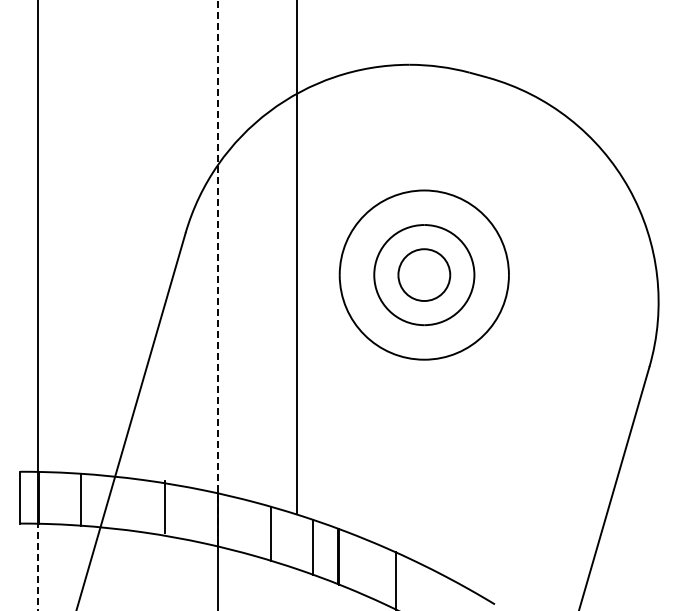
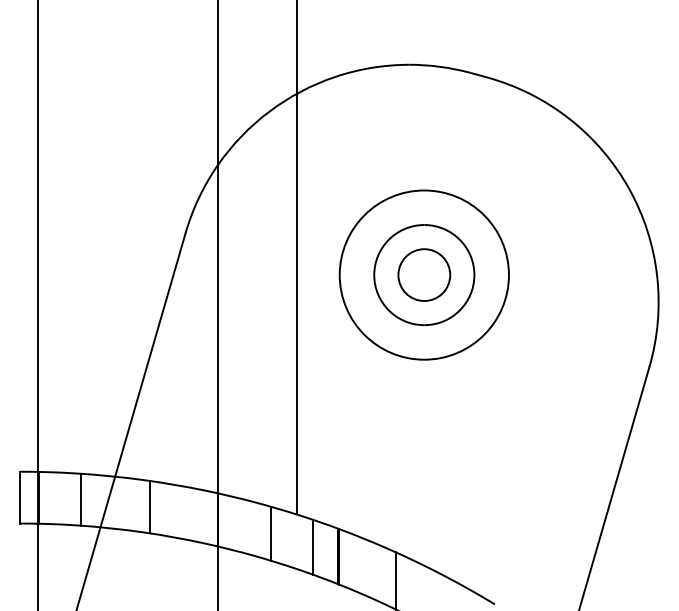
line at (218, 273): dashed -> solid
line at (164, 506) position: (164, 506) -> (149, 506)
line at (37, 566): dashed -> solid
